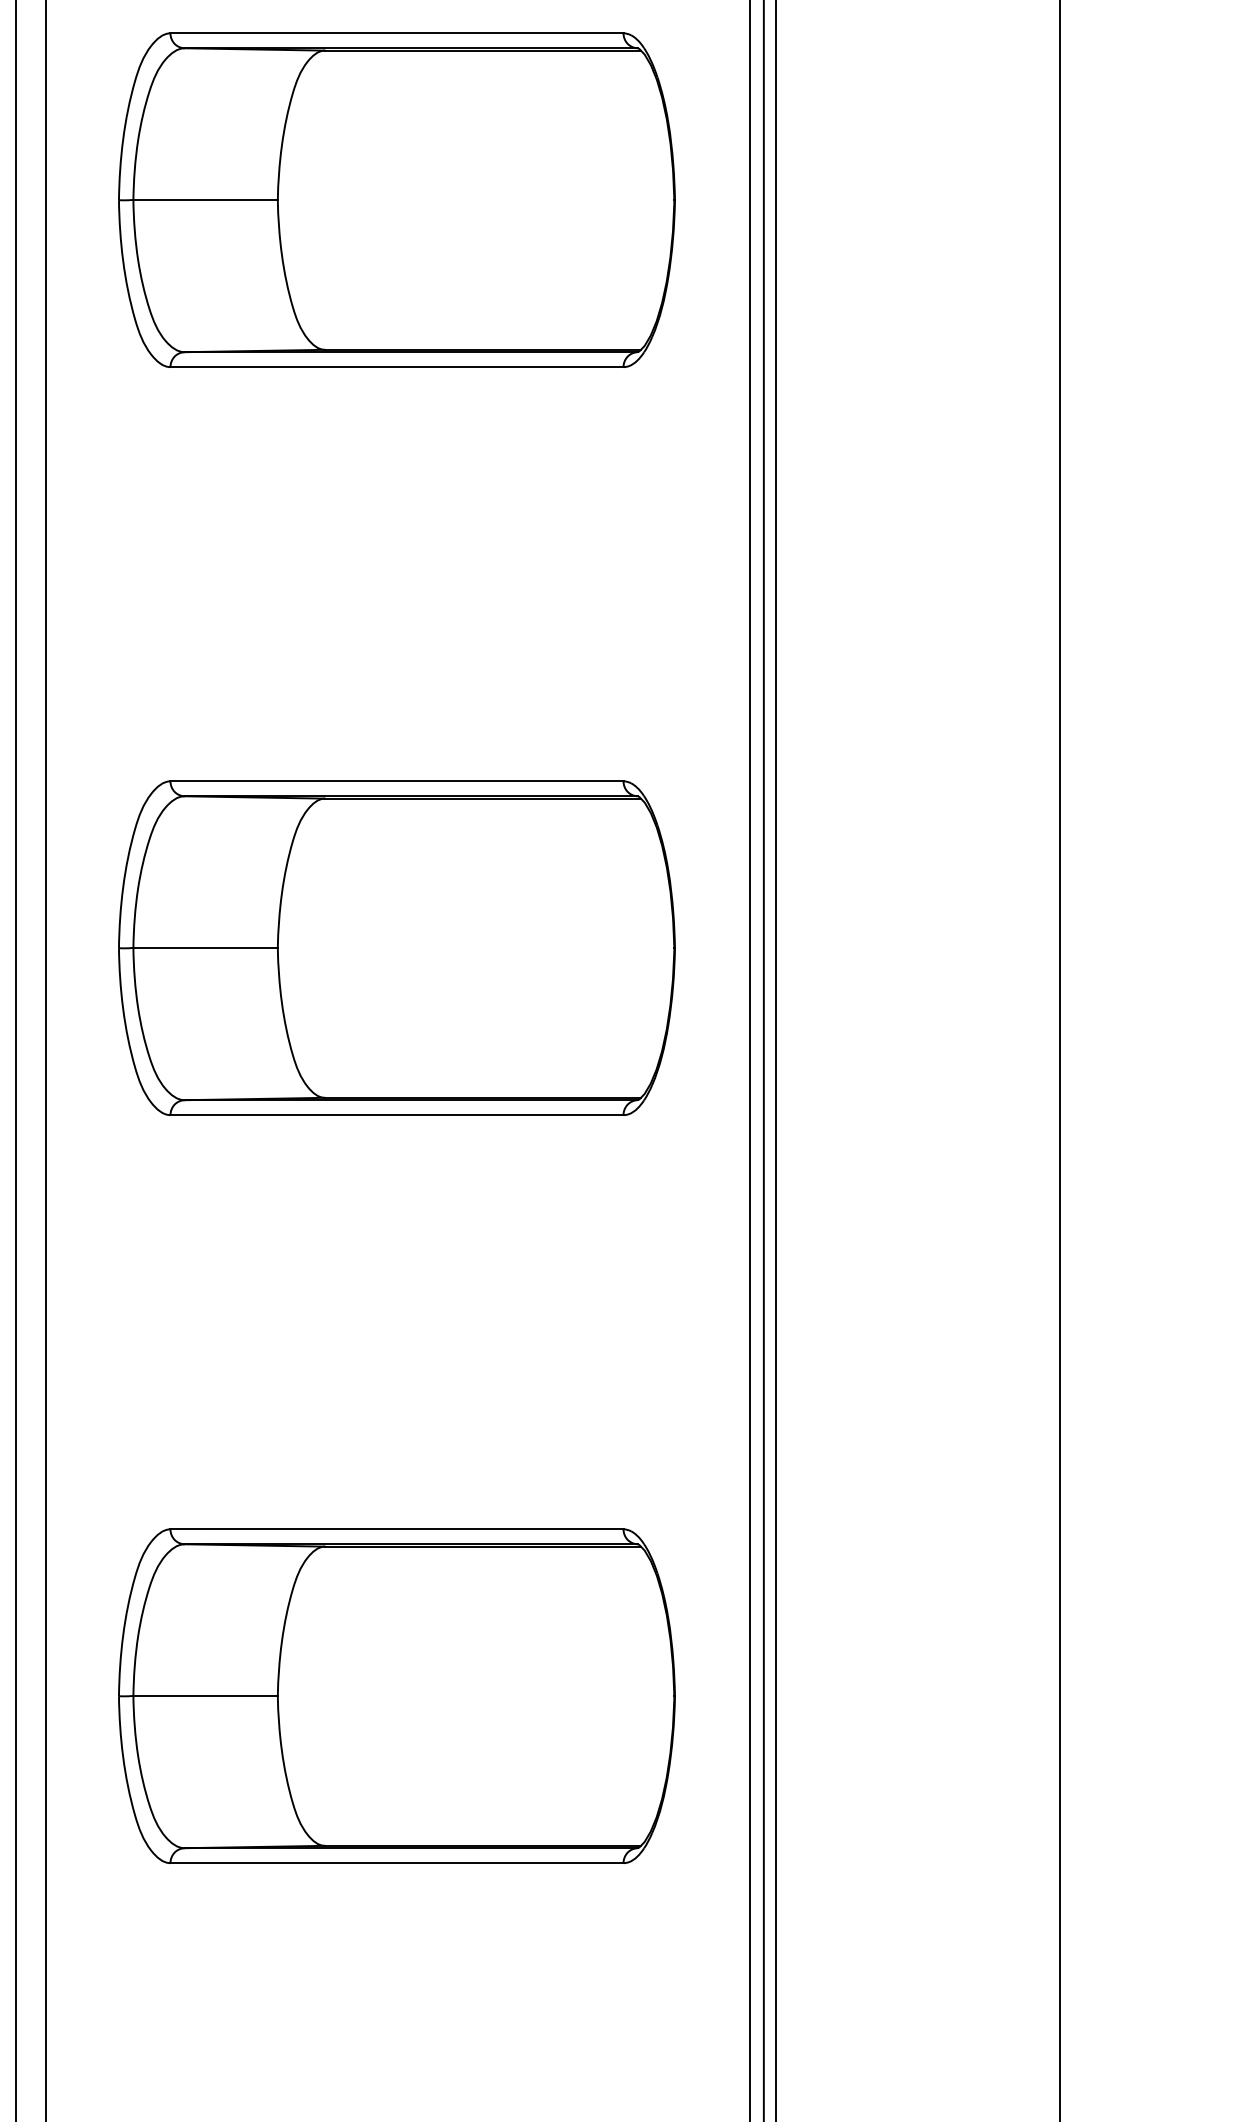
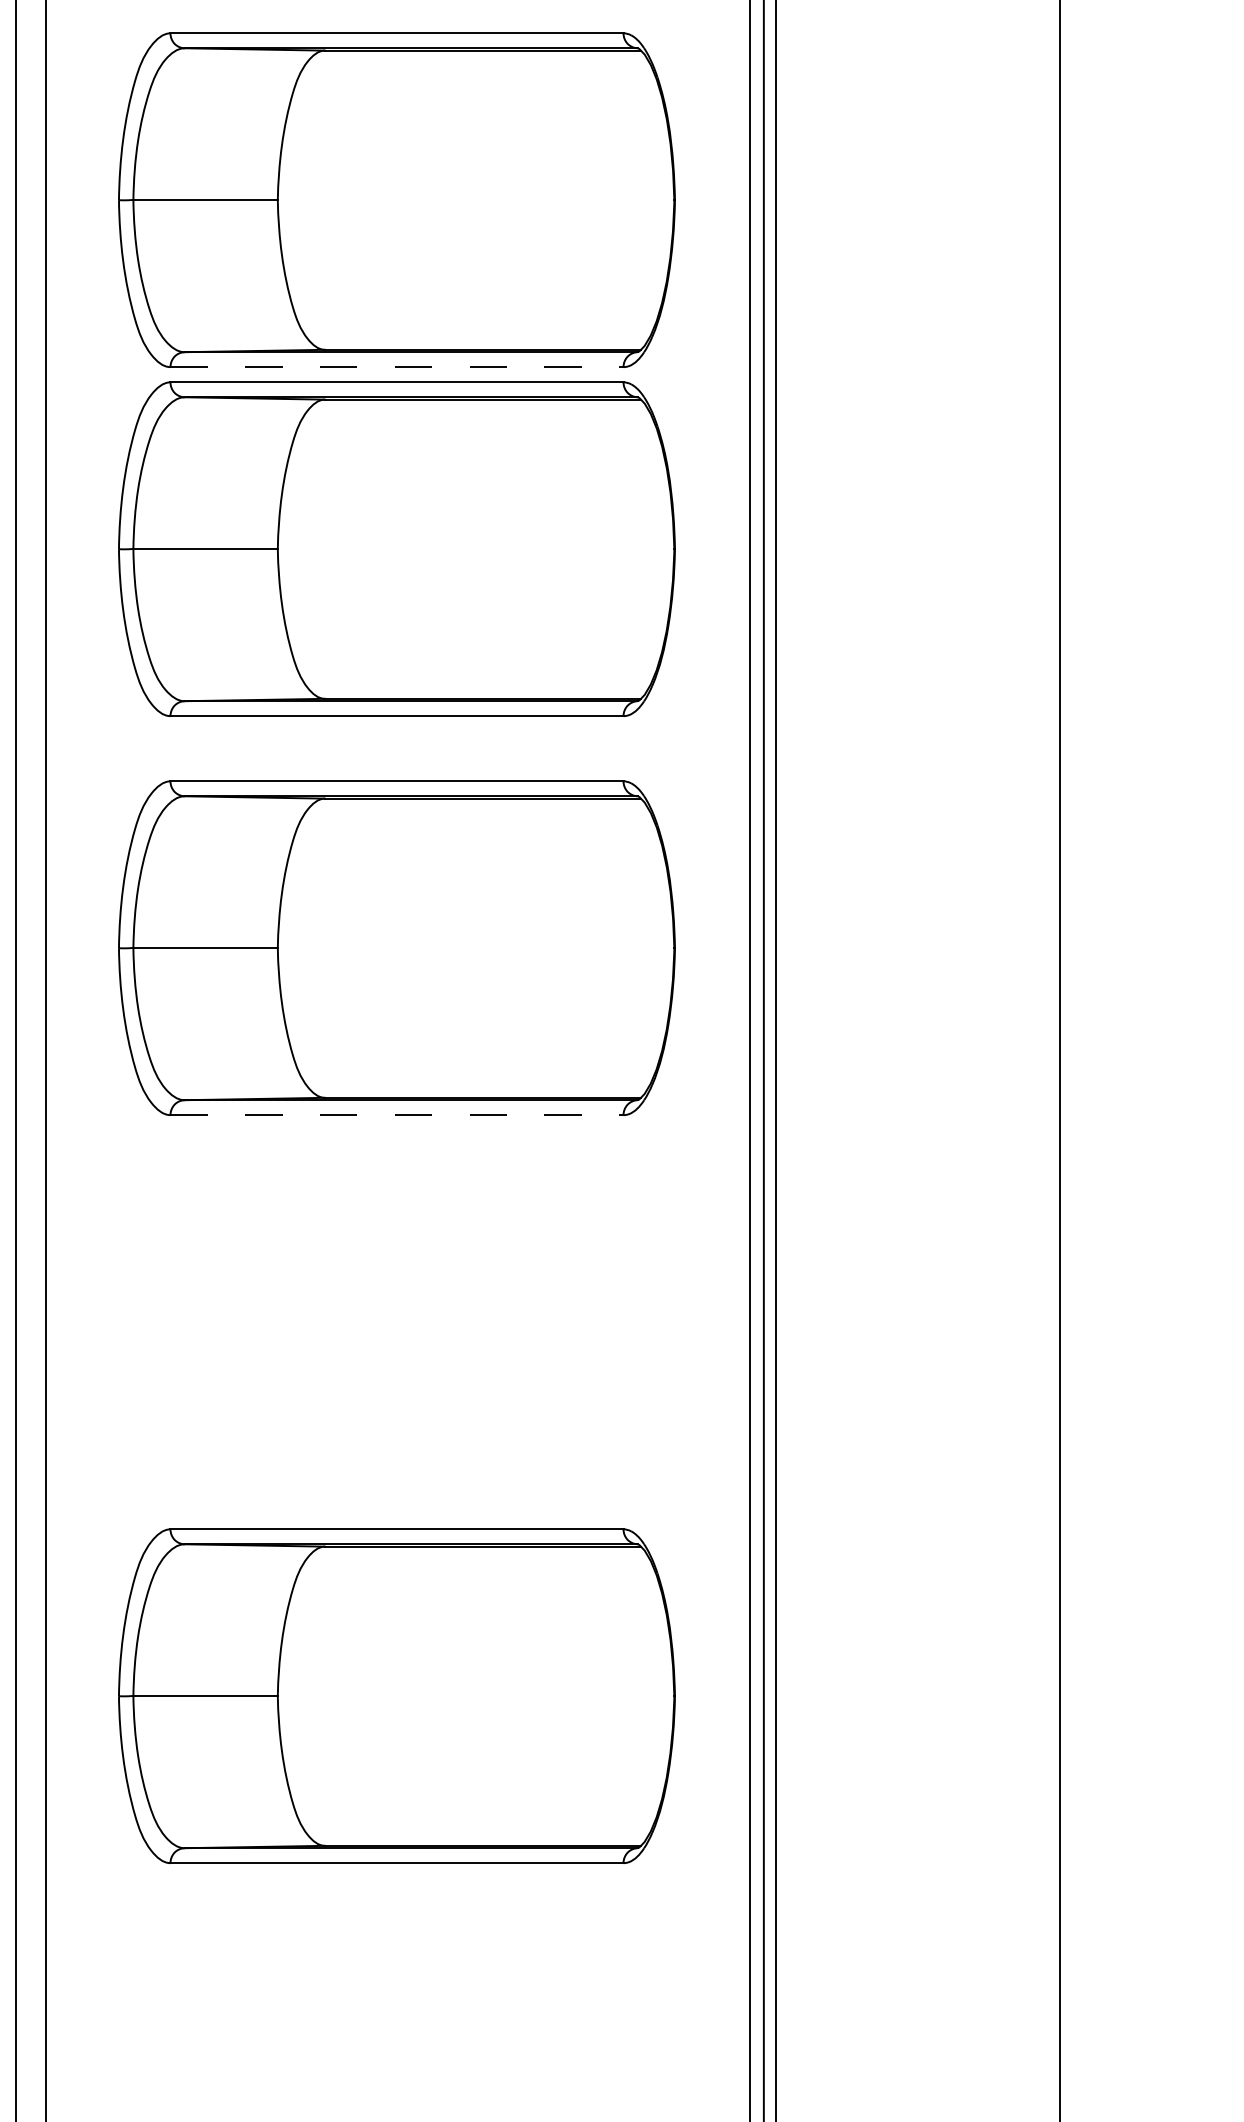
line at (396, 367): solid -> dashed
part at (396, 548): none -> present
line at (396, 1115): solid -> dashed
